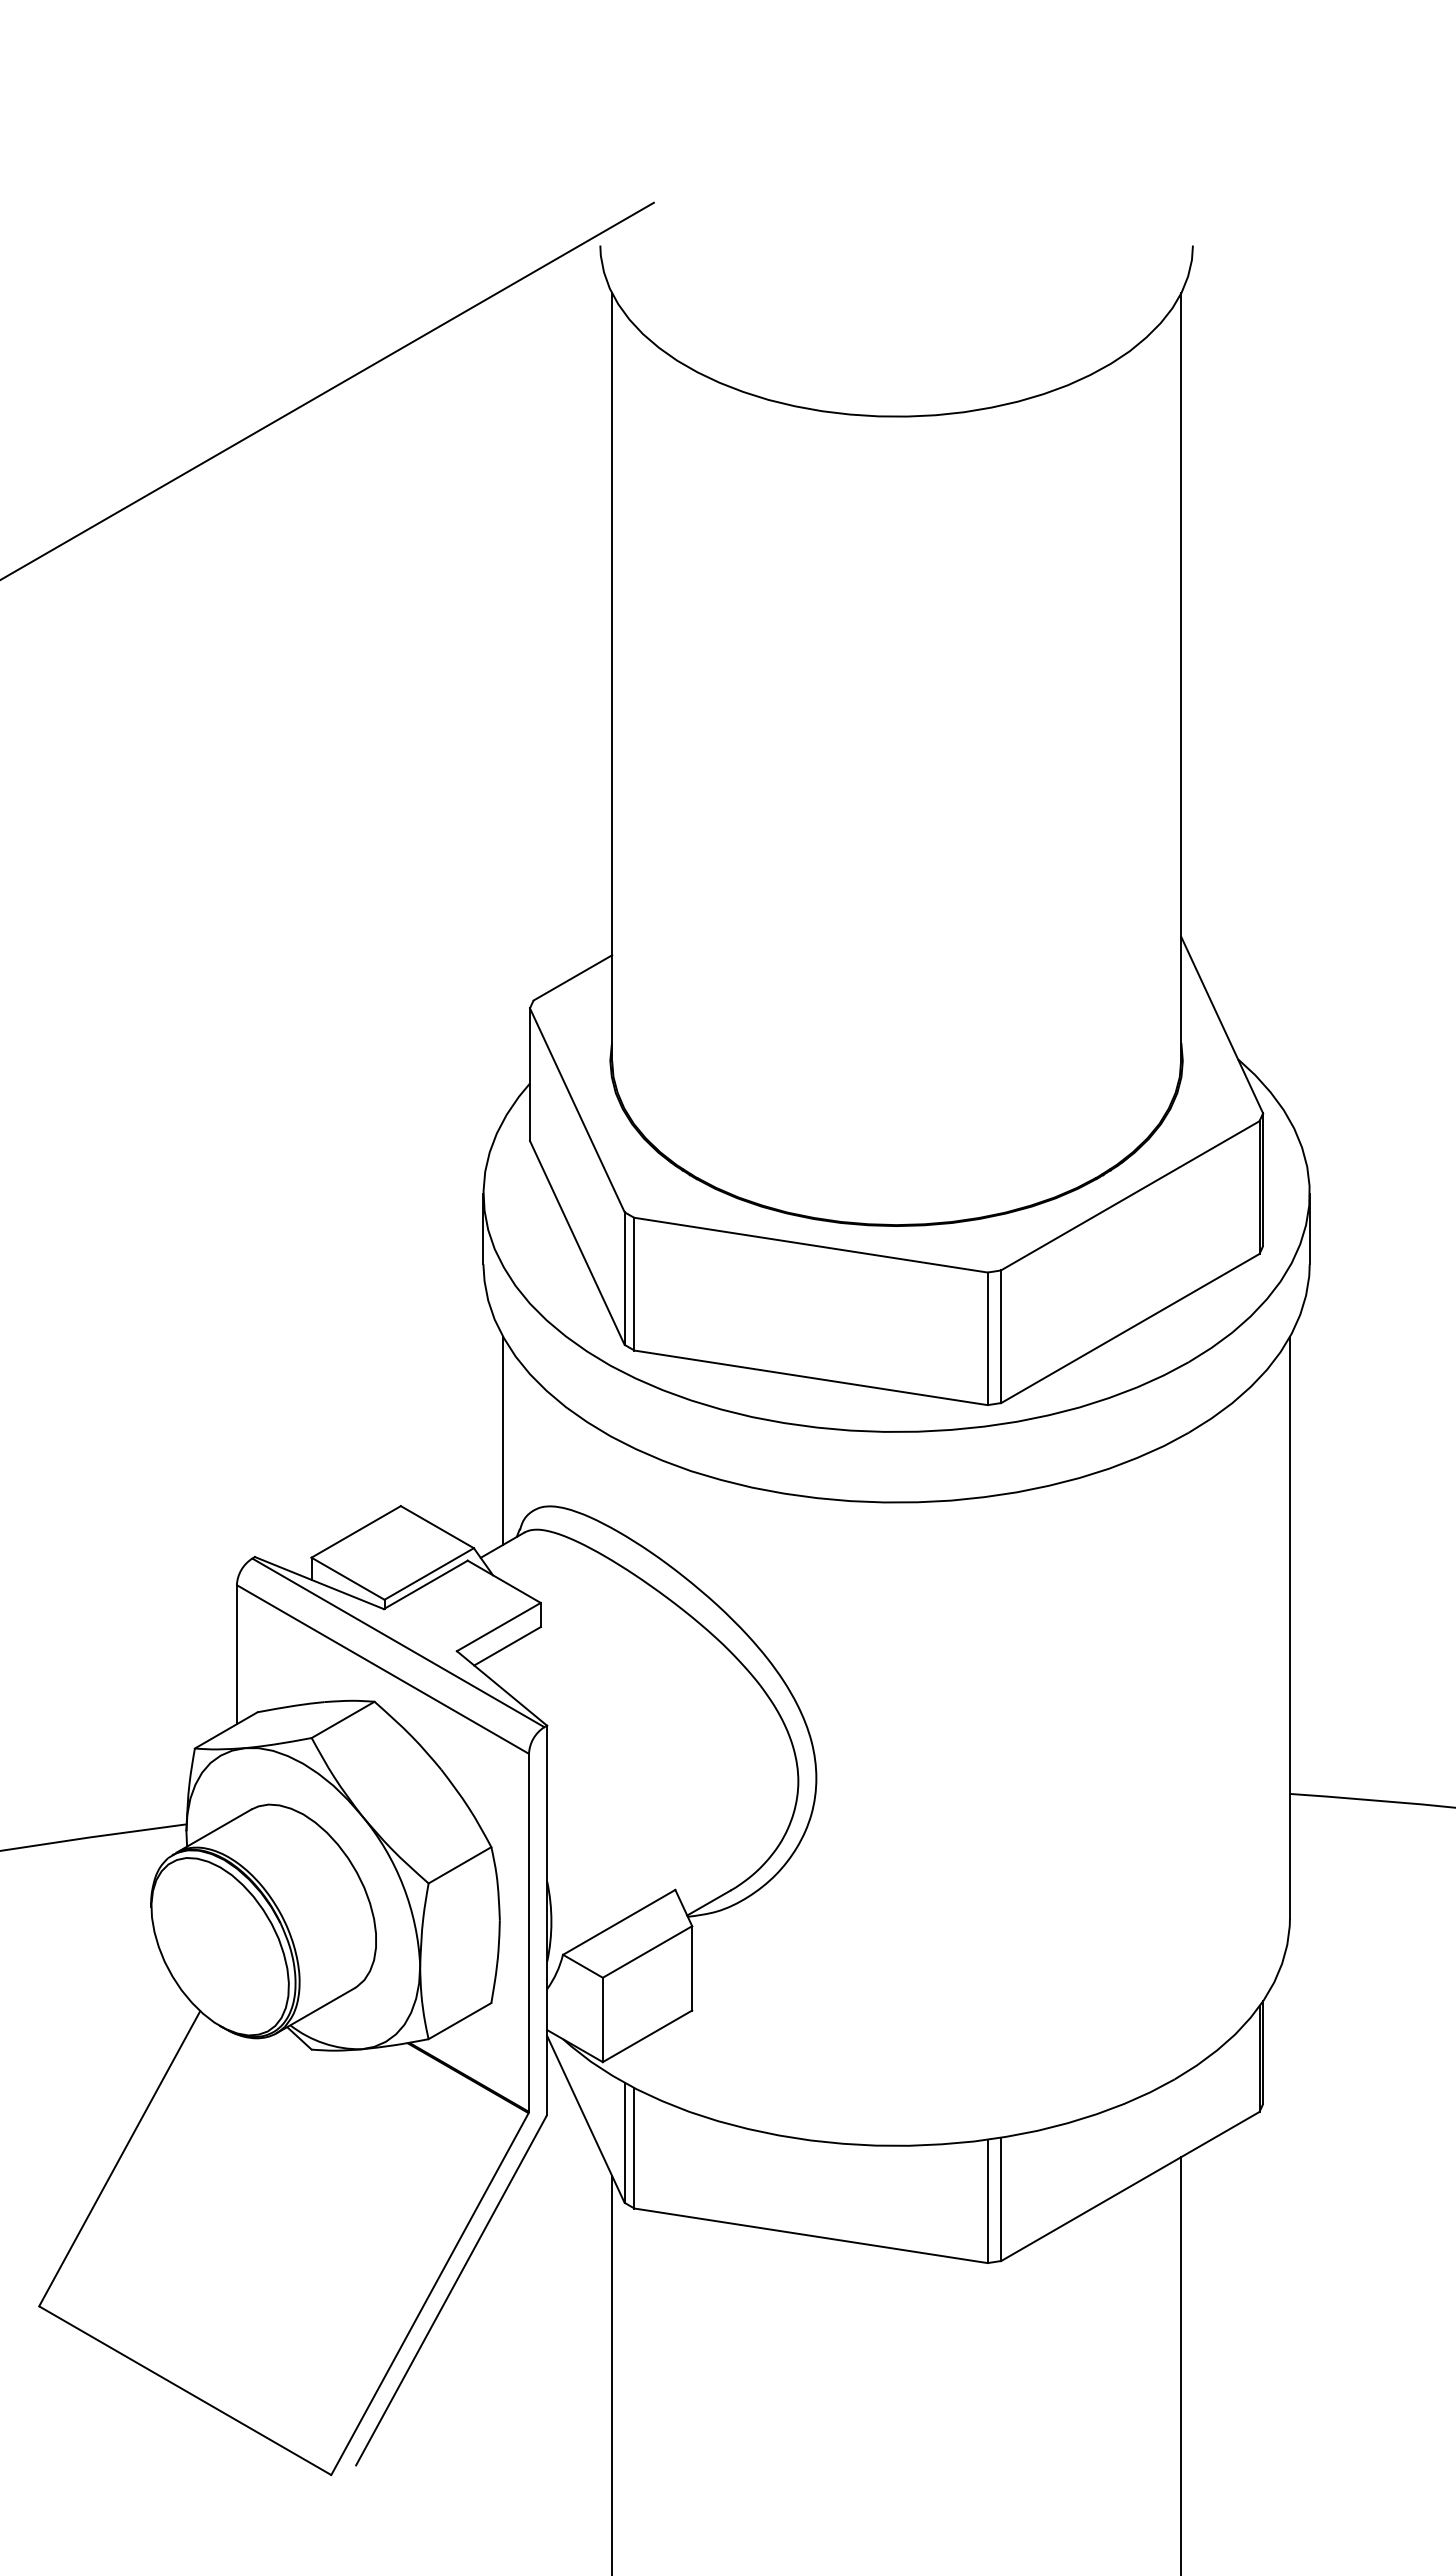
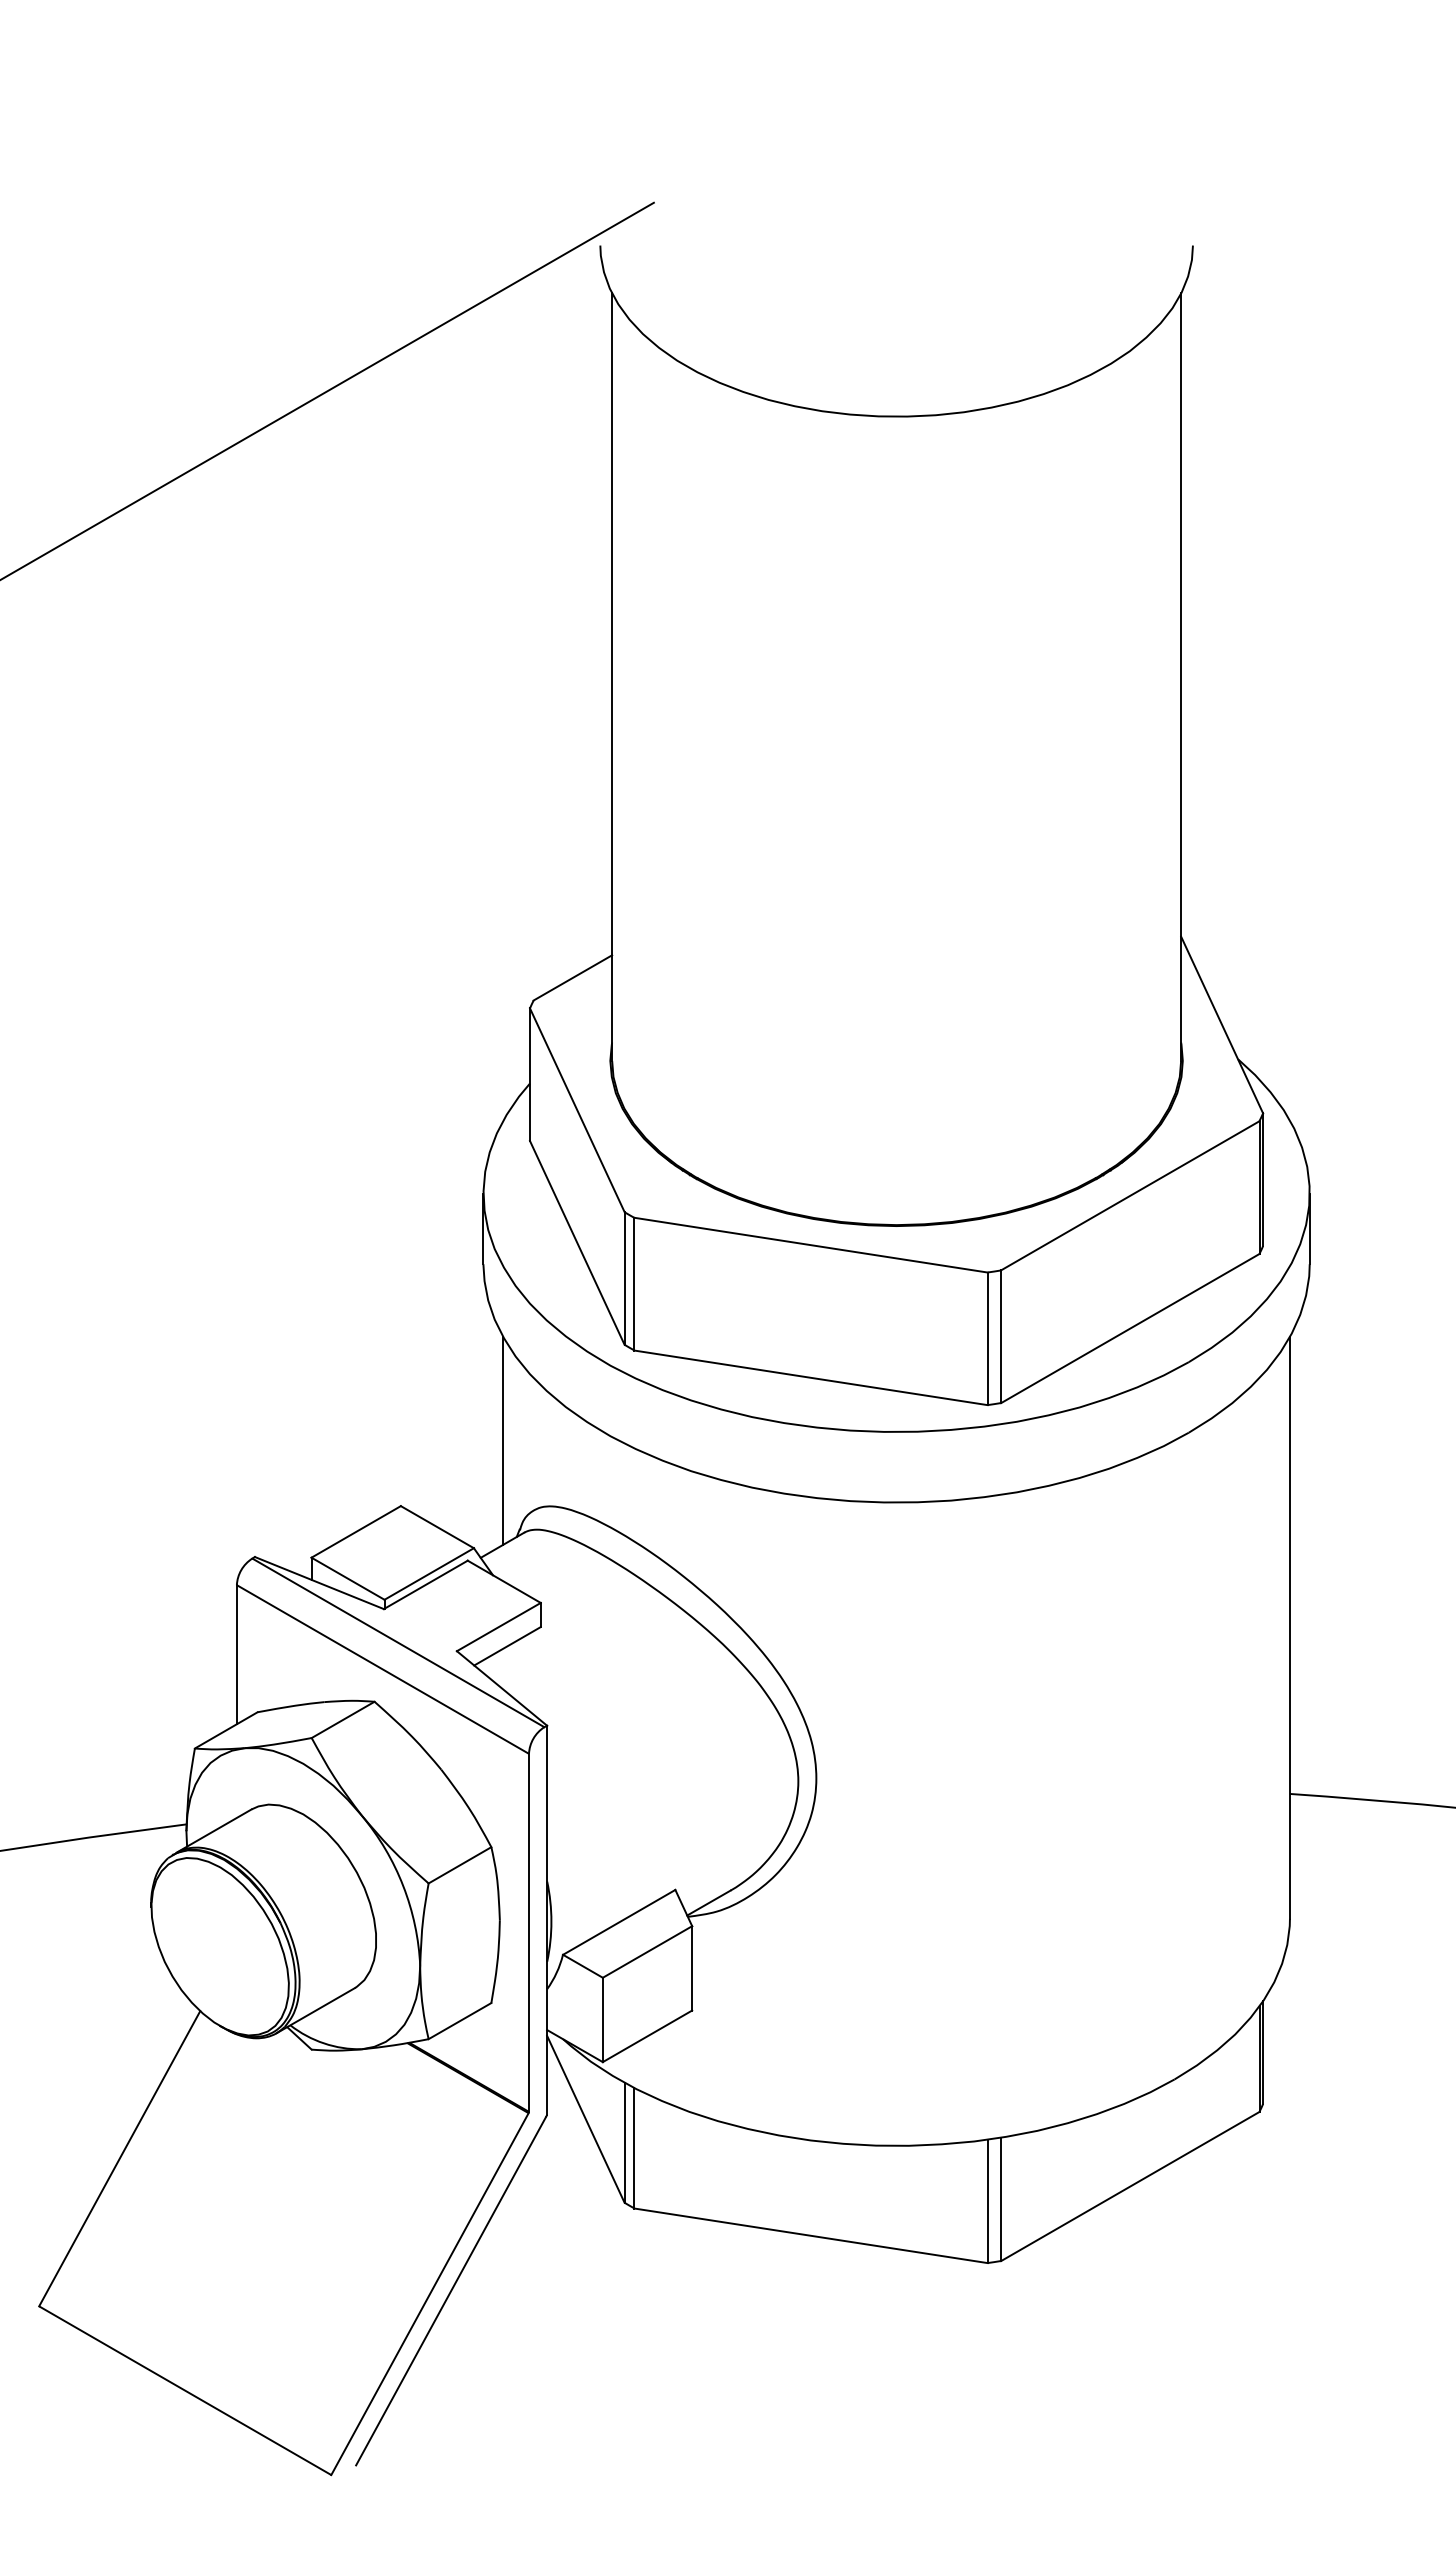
line at (1181, 2364): present -> none
line at (612, 2373): present -> none
